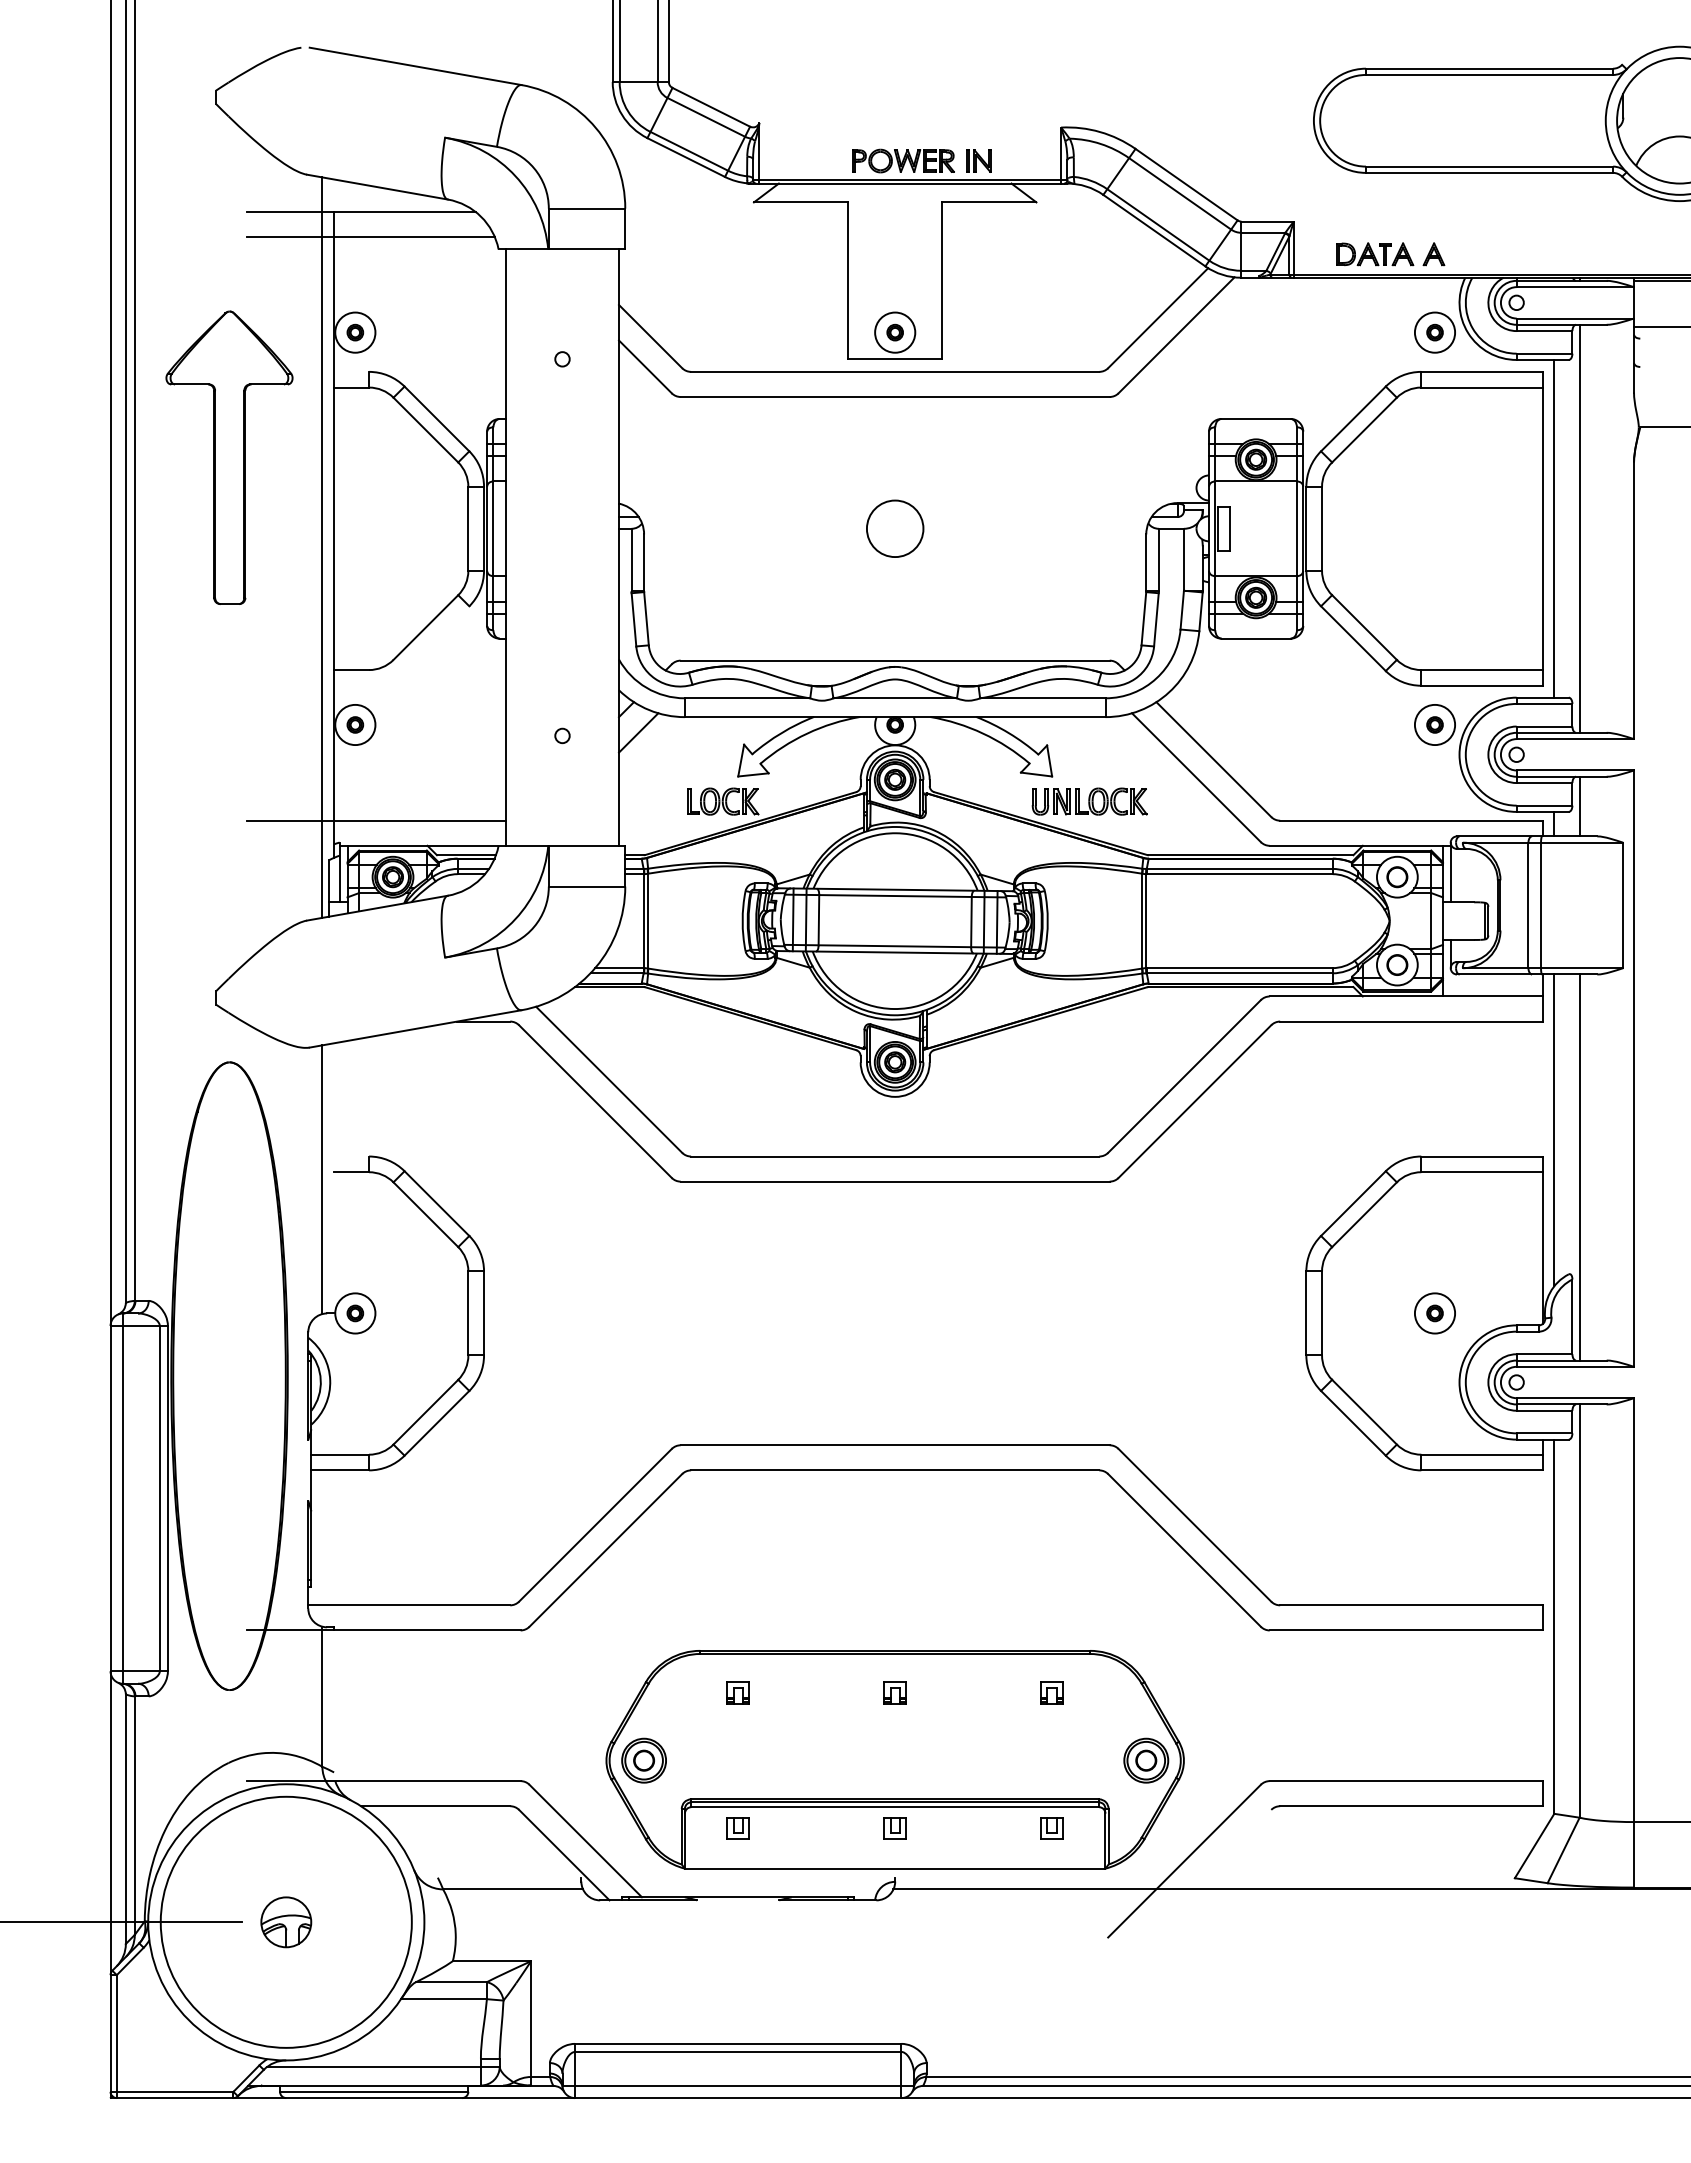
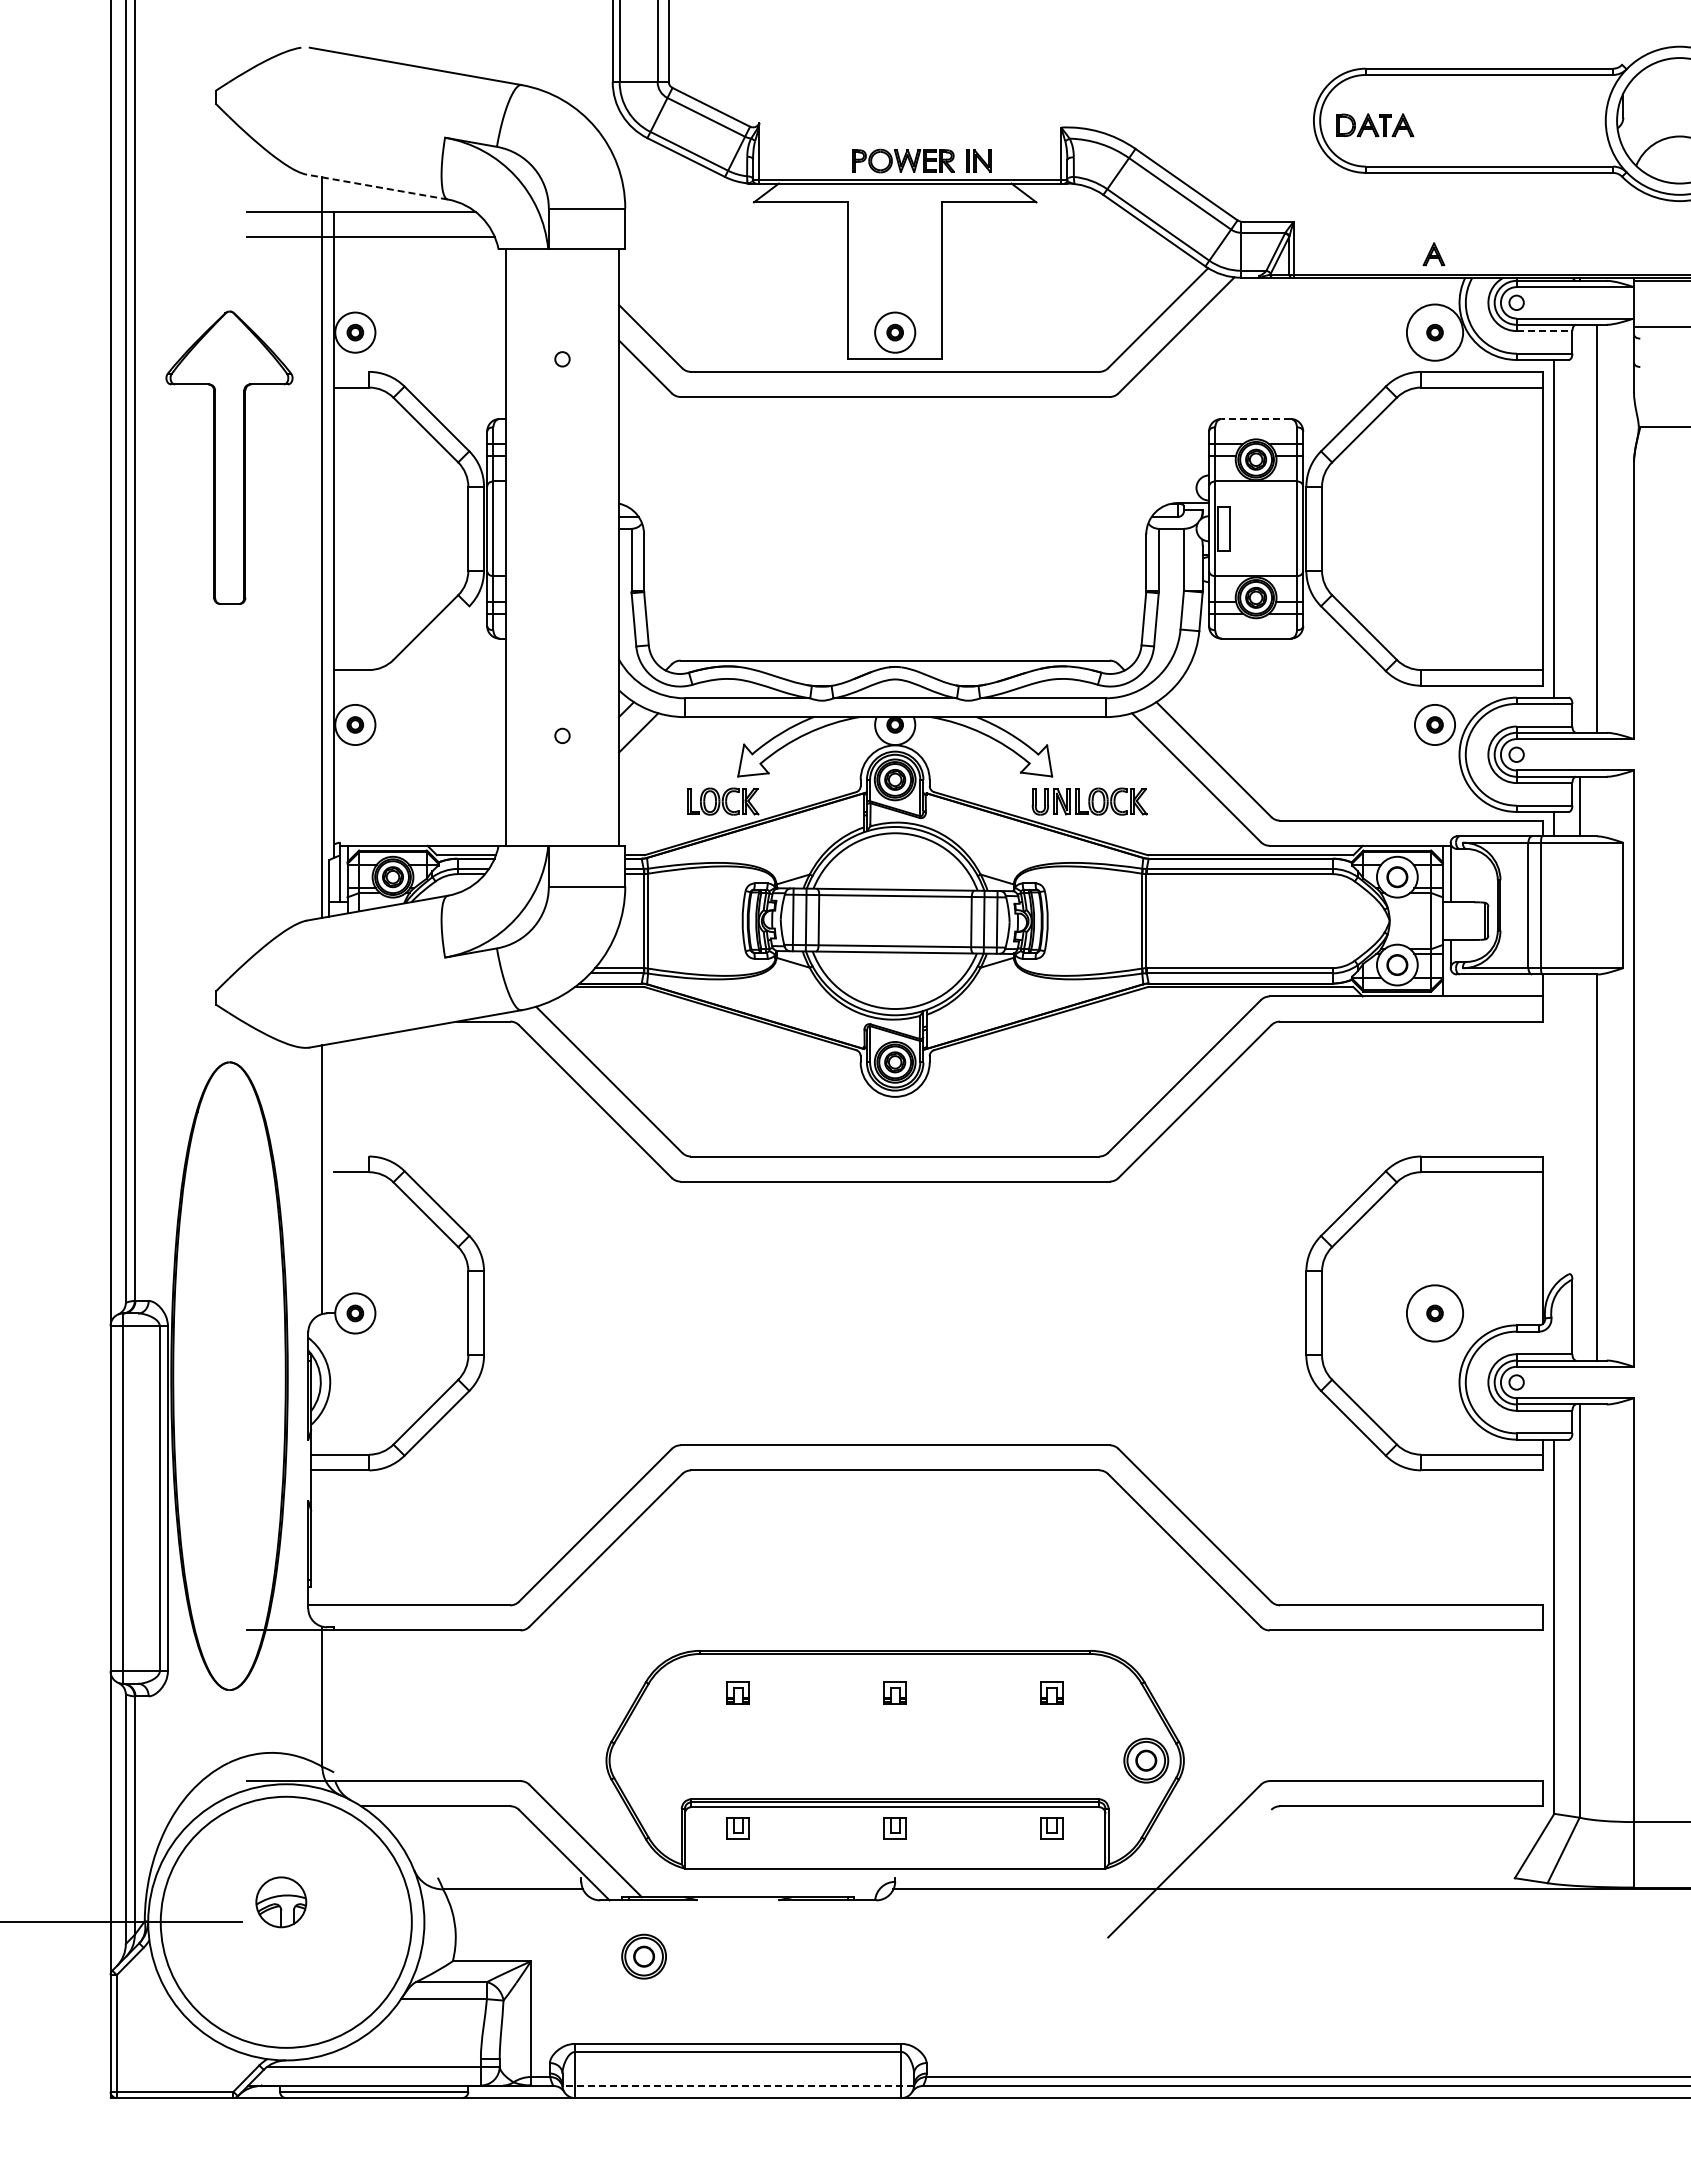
line at (377, 187): solid -> dashed
part at (1375, 254) position: (1375, 254) -> (1375, 125)
line at (1544, 331): solid -> dashed
circle at (1434, 332) diameter: 40 px -> 56 px
line at (1256, 418): solid -> dashed
circle at (895, 528): present -> none
line at (1579, 528) position: (1579, 528) -> (1596, 528)
line at (376, 820): present -> none
line at (1554, 1130): present -> none
line at (1579, 1167) position: (1579, 1167) -> (1596, 1167)
circle at (1434, 1313) diameter: 40 px -> 56 px
part at (643, 1760) position: (643, 1760) -> (643, 1956)
part at (286, 1922) position: (286, 1922) -> (281, 1902)
line at (738, 2085): solid -> dashed
